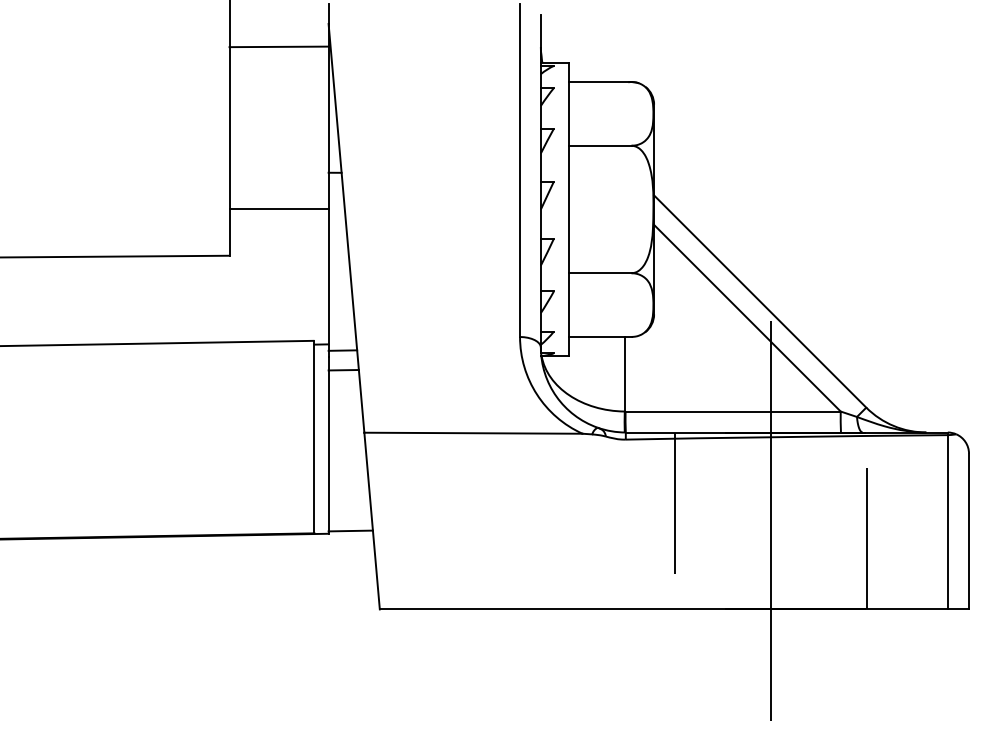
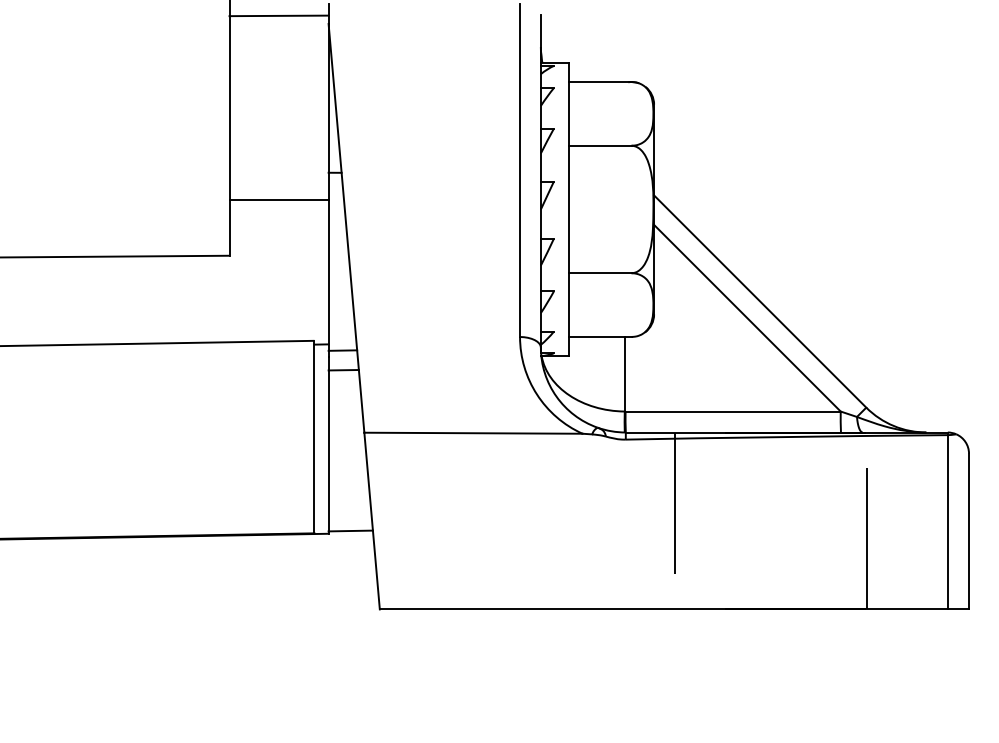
line at (278, 46) position: (278, 46) -> (278, 15)
line at (278, 209) position: (278, 209) -> (278, 200)
line at (770, 520): present -> none
